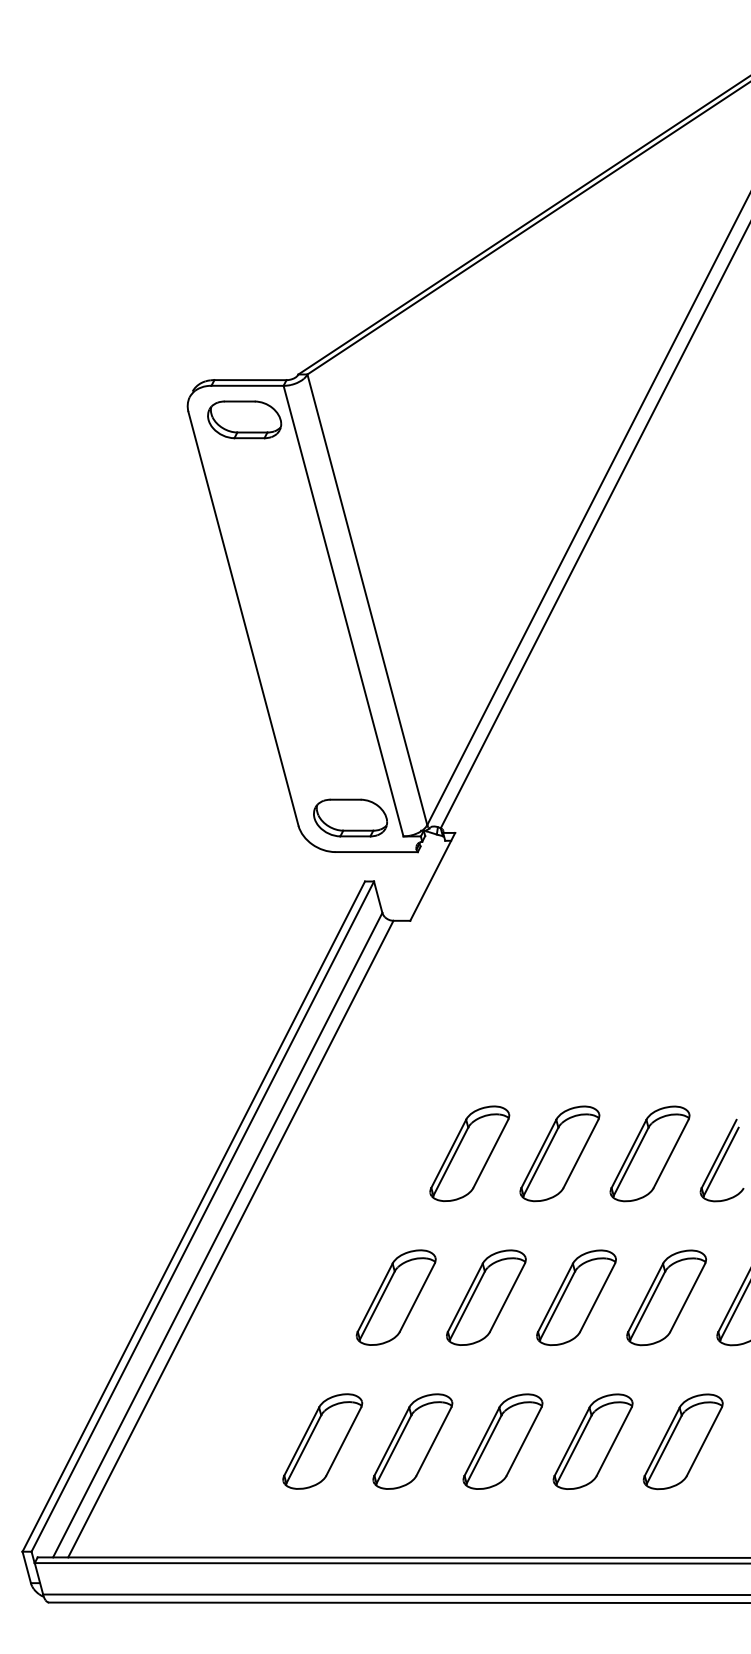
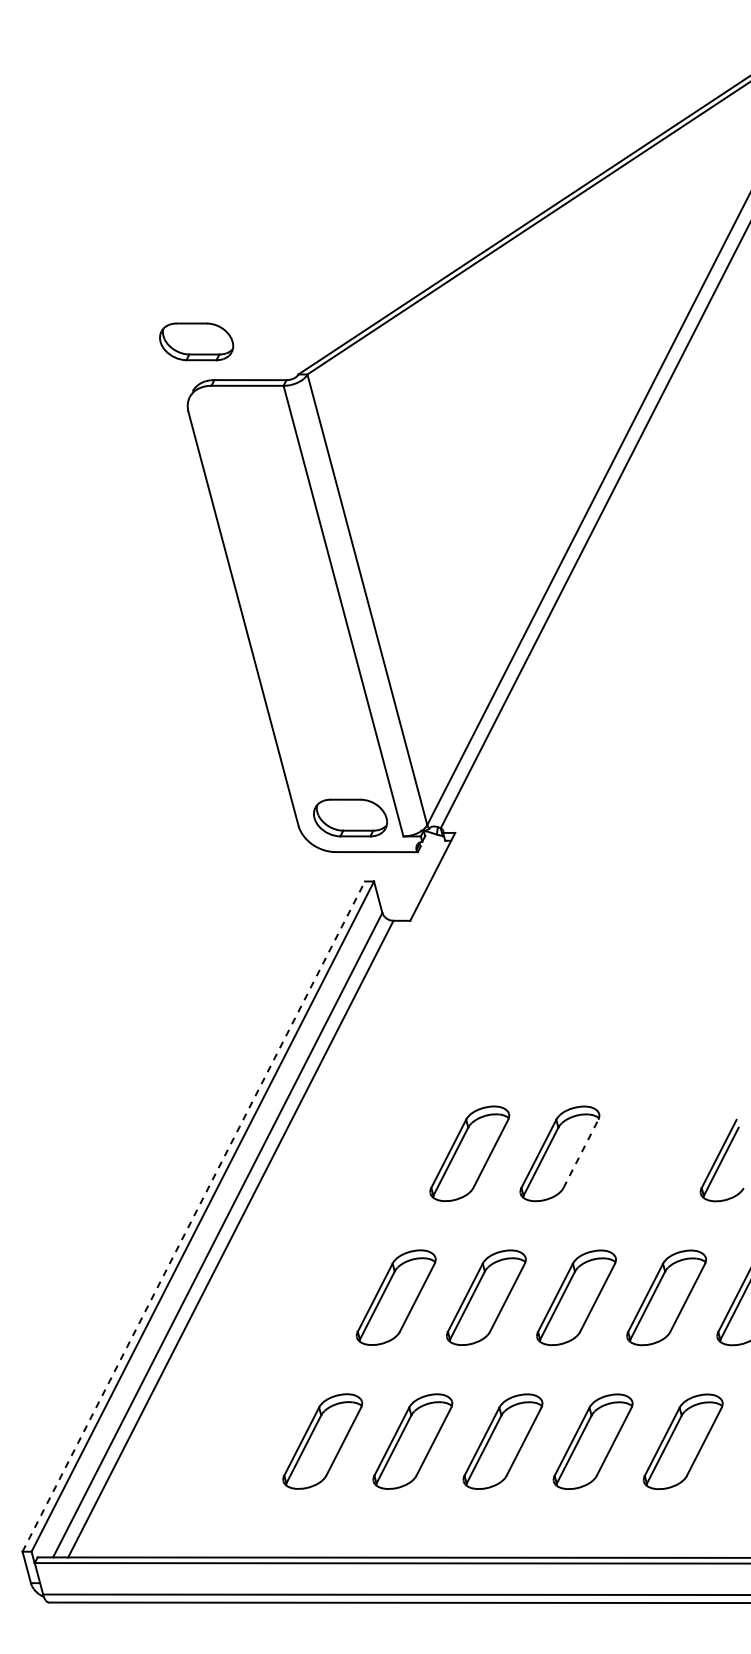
part at (244, 419) position: (244, 419) -> (196, 341)
line at (581, 1153): solid -> dashed
part at (649, 1153): present -> none
line at (194, 1216): solid -> dashed
